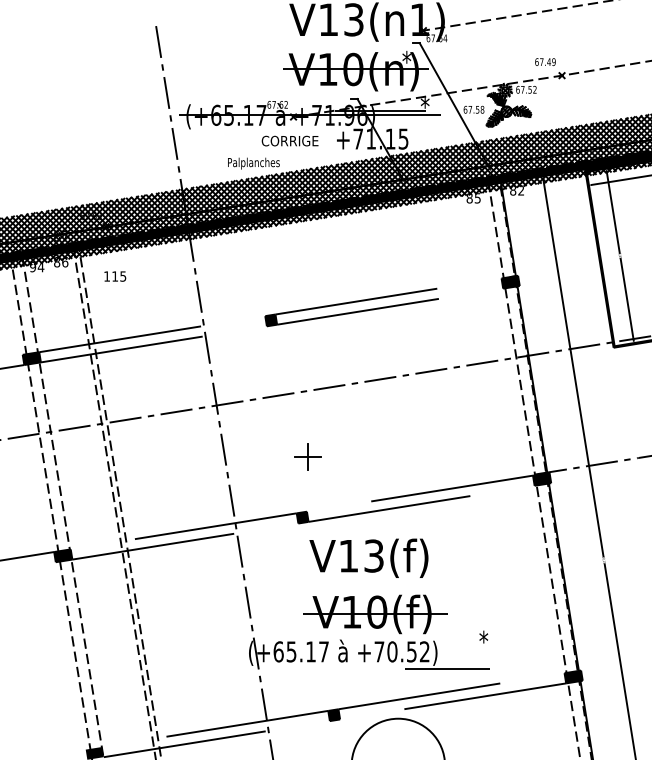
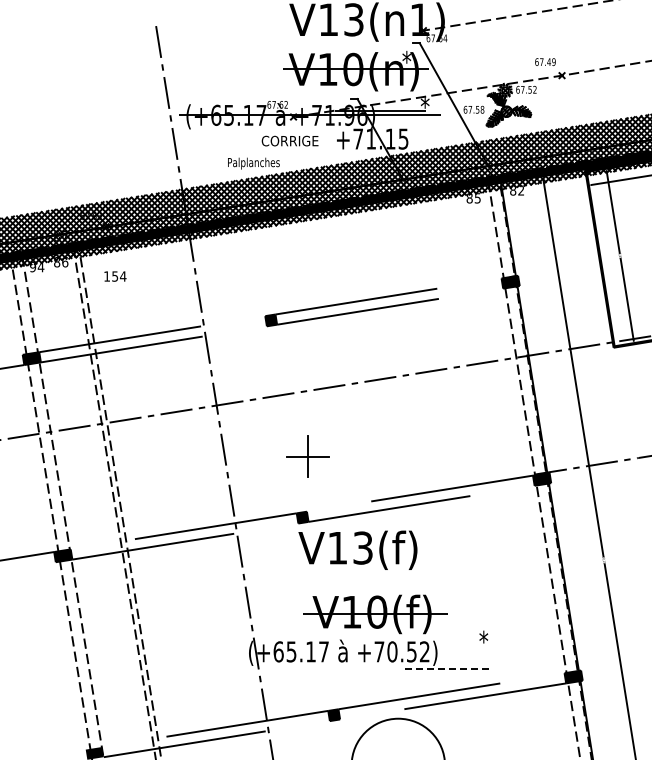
text at (119, 276): 115 -> 154
part at (307, 456) size: 28x28 px -> 44x43 px
text at (368, 557) position: (368, 557) -> (357, 549)
line at (448, 669): solid -> dashed
